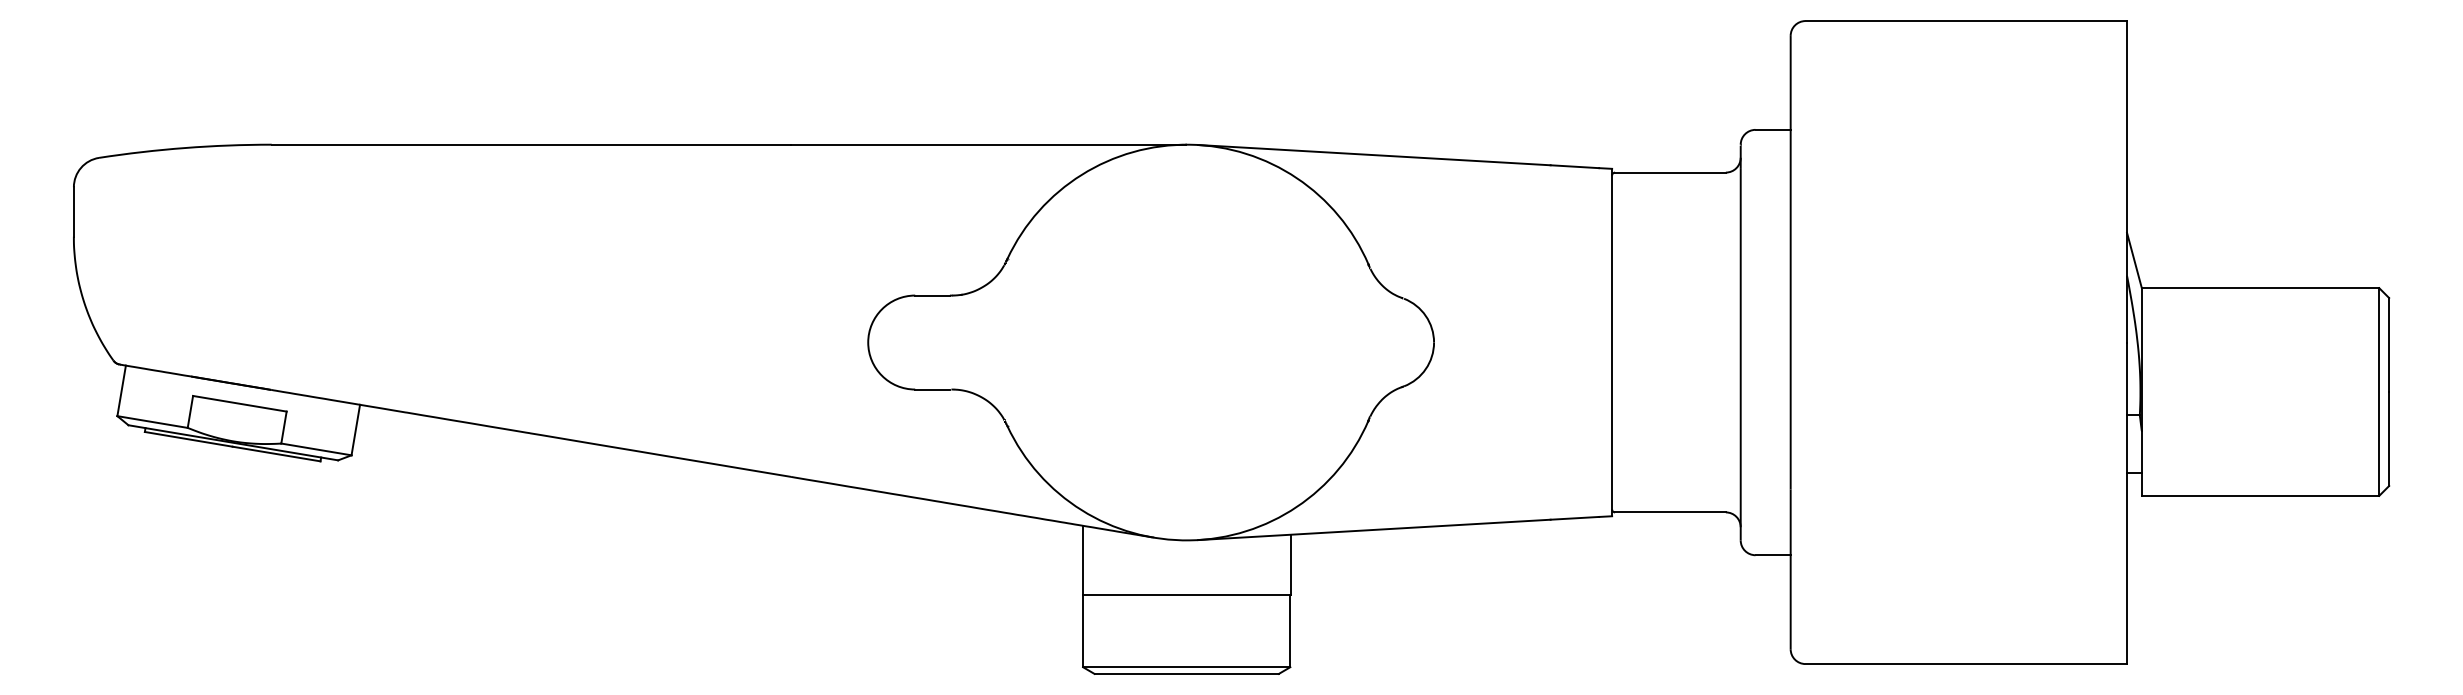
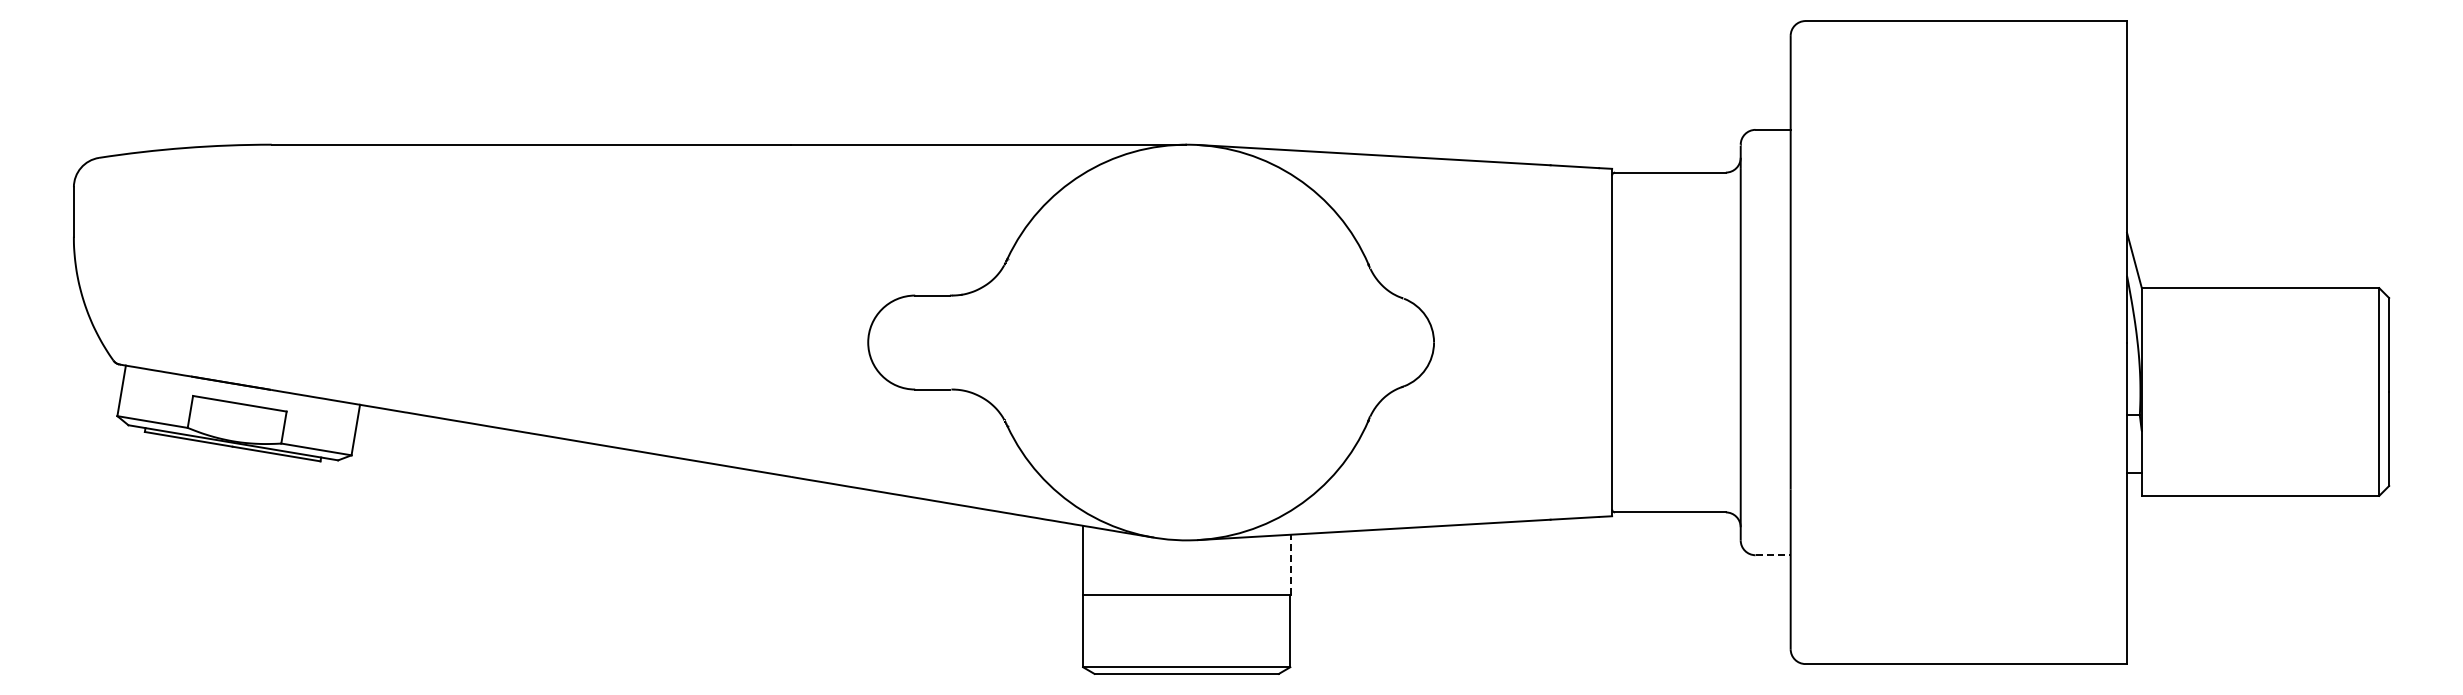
line at (1773, 555): solid -> dashed
line at (1290, 564): solid -> dashed
